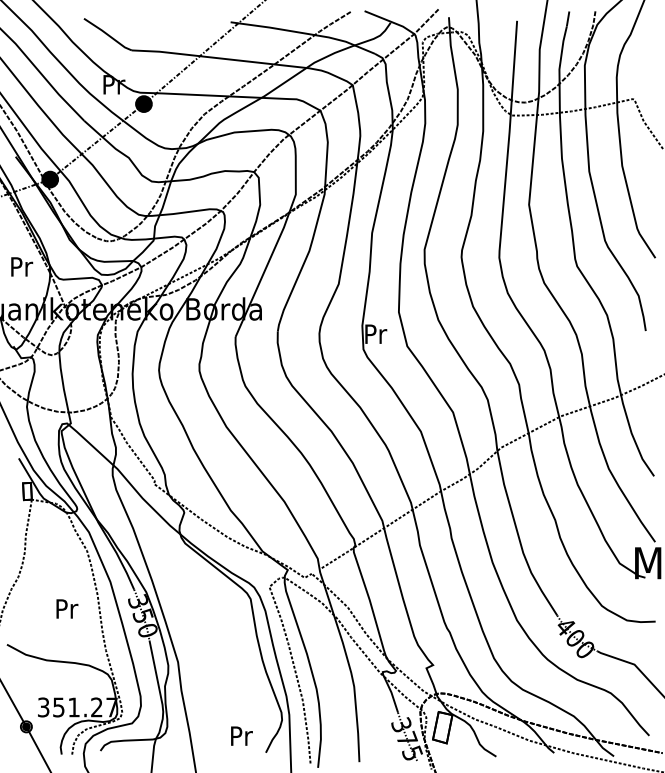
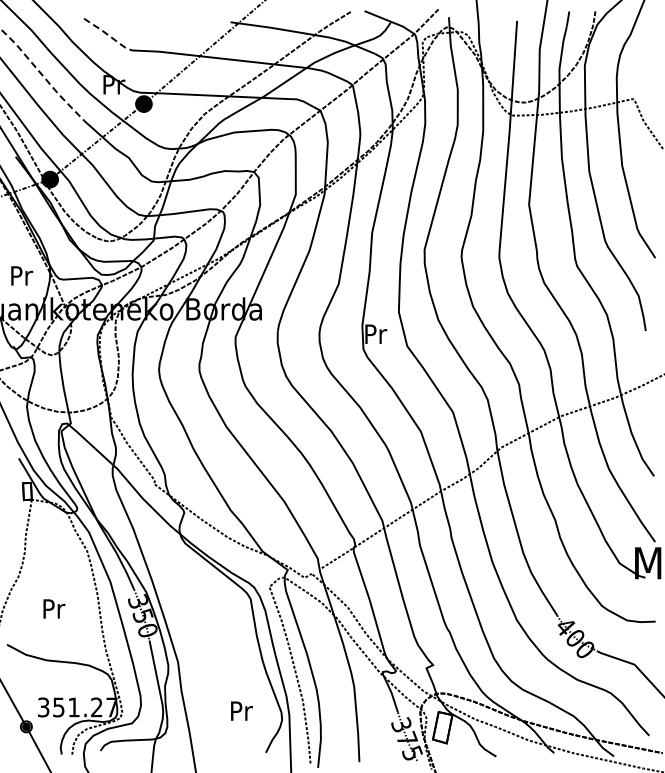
line at (108, 35): solid -> dashed
line at (42, 74): solid -> dashed
text at (22, 266) position: (22, 266) -> (22, 275)
text at (67, 608) position: (67, 608) -> (54, 608)
text at (241, 735) position: (241, 735) -> (241, 710)
